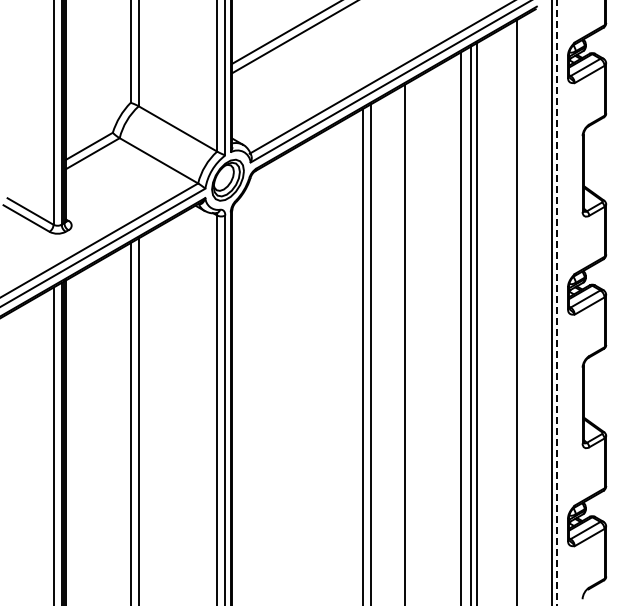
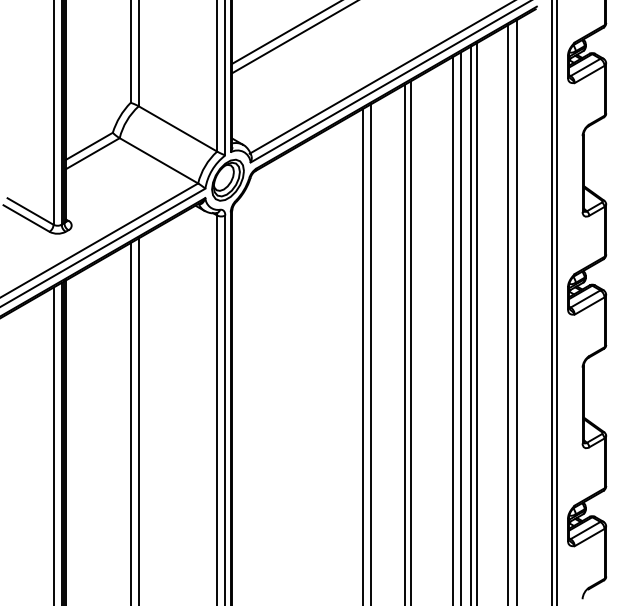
line at (557, 303): dashed -> solid
line at (508, 313): none -> present
line at (452, 329): none -> present
line at (410, 341): none -> present
